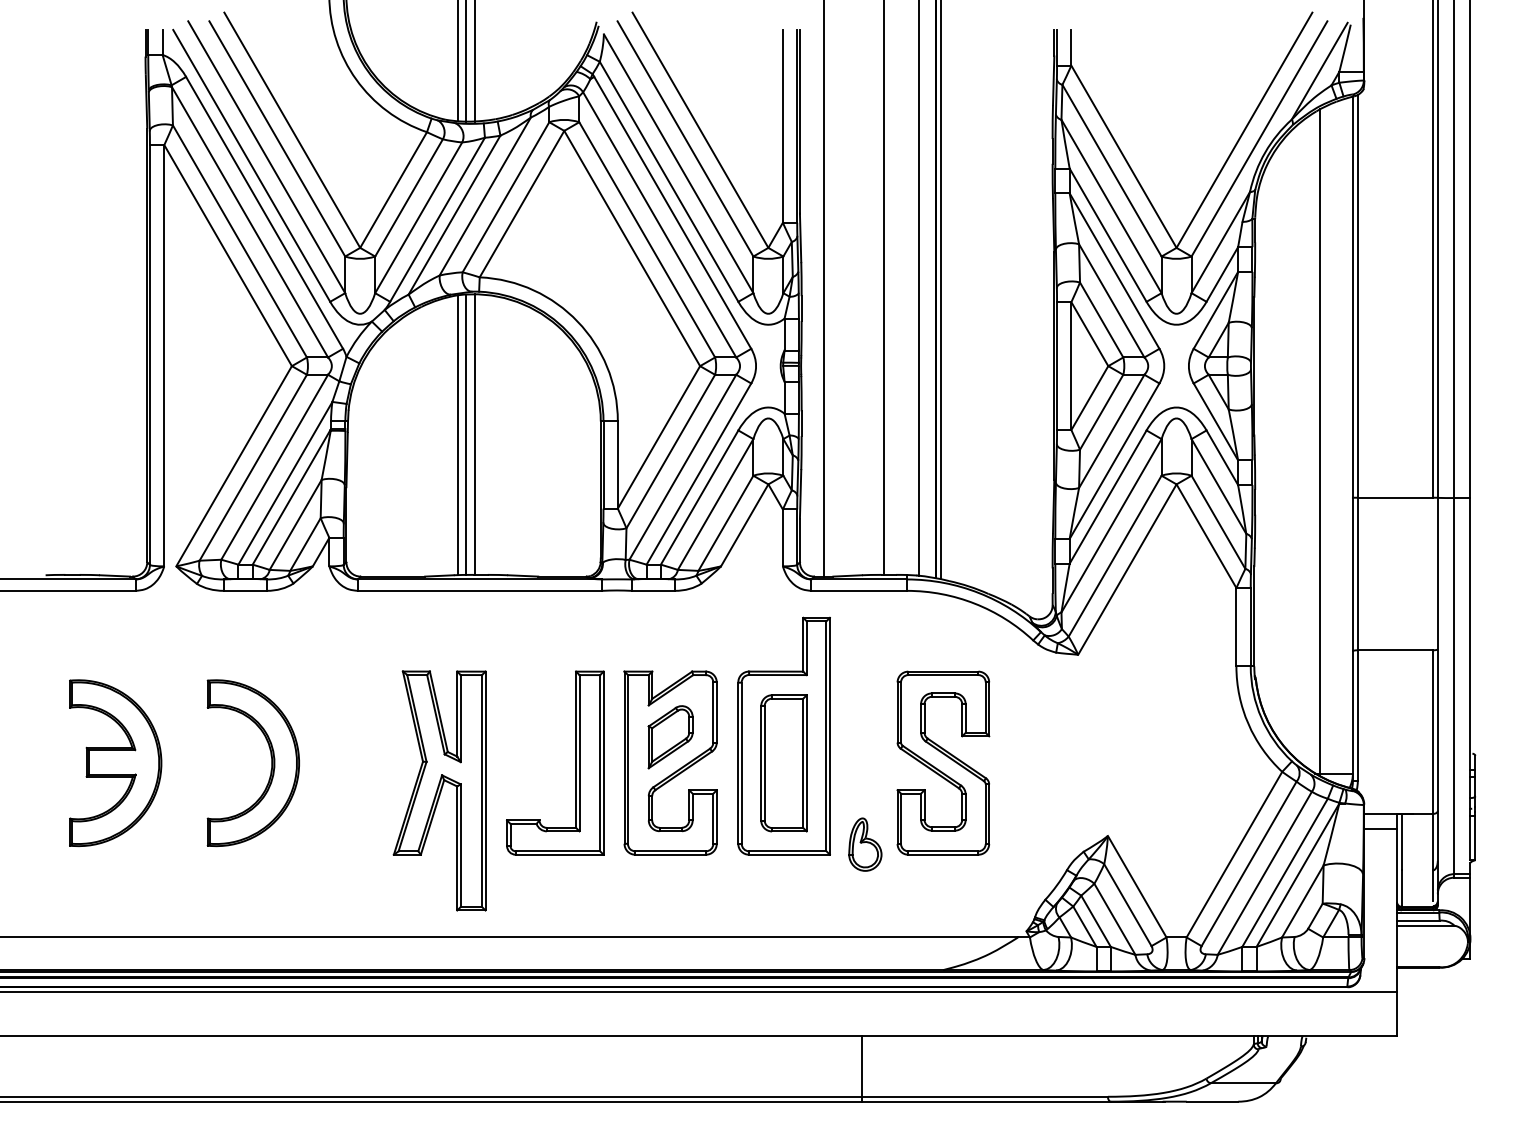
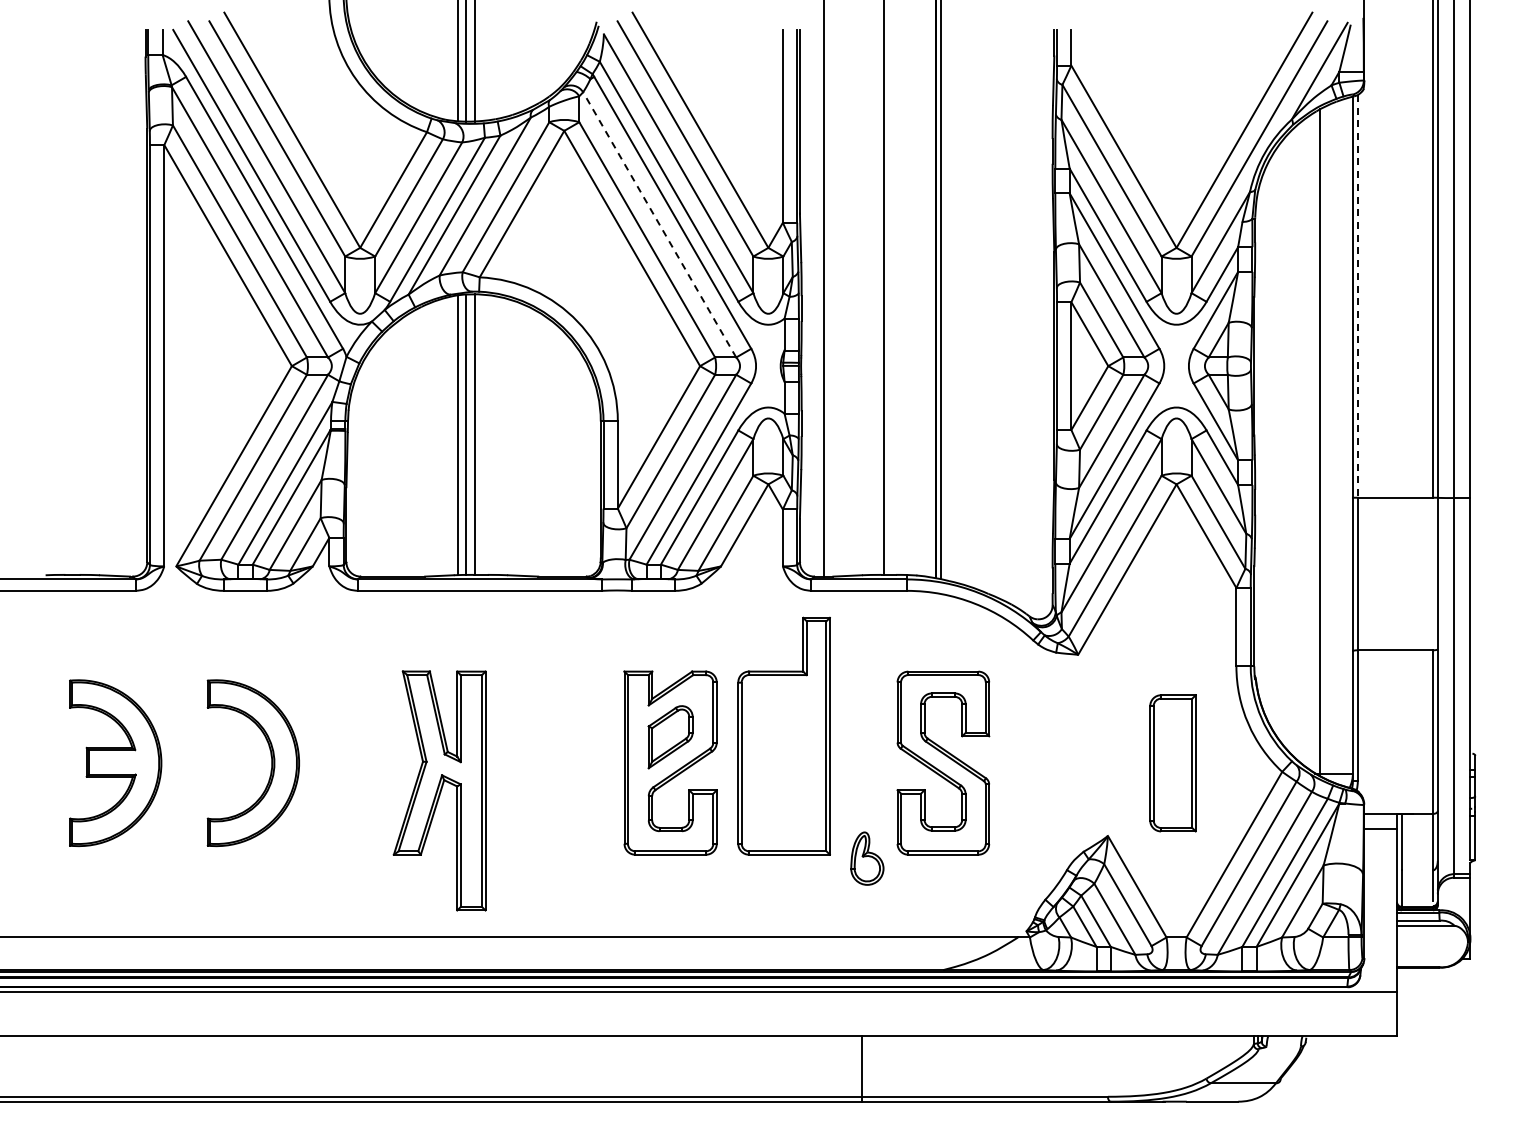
line at (659, 224): solid -> dashed
line at (919, 288): present -> none
line at (1357, 296): solid -> dashed
part at (575, 762): present -> none
part at (783, 763) position: (783, 763) -> (1172, 763)
part at (865, 844) position: (865, 844) -> (867, 858)
